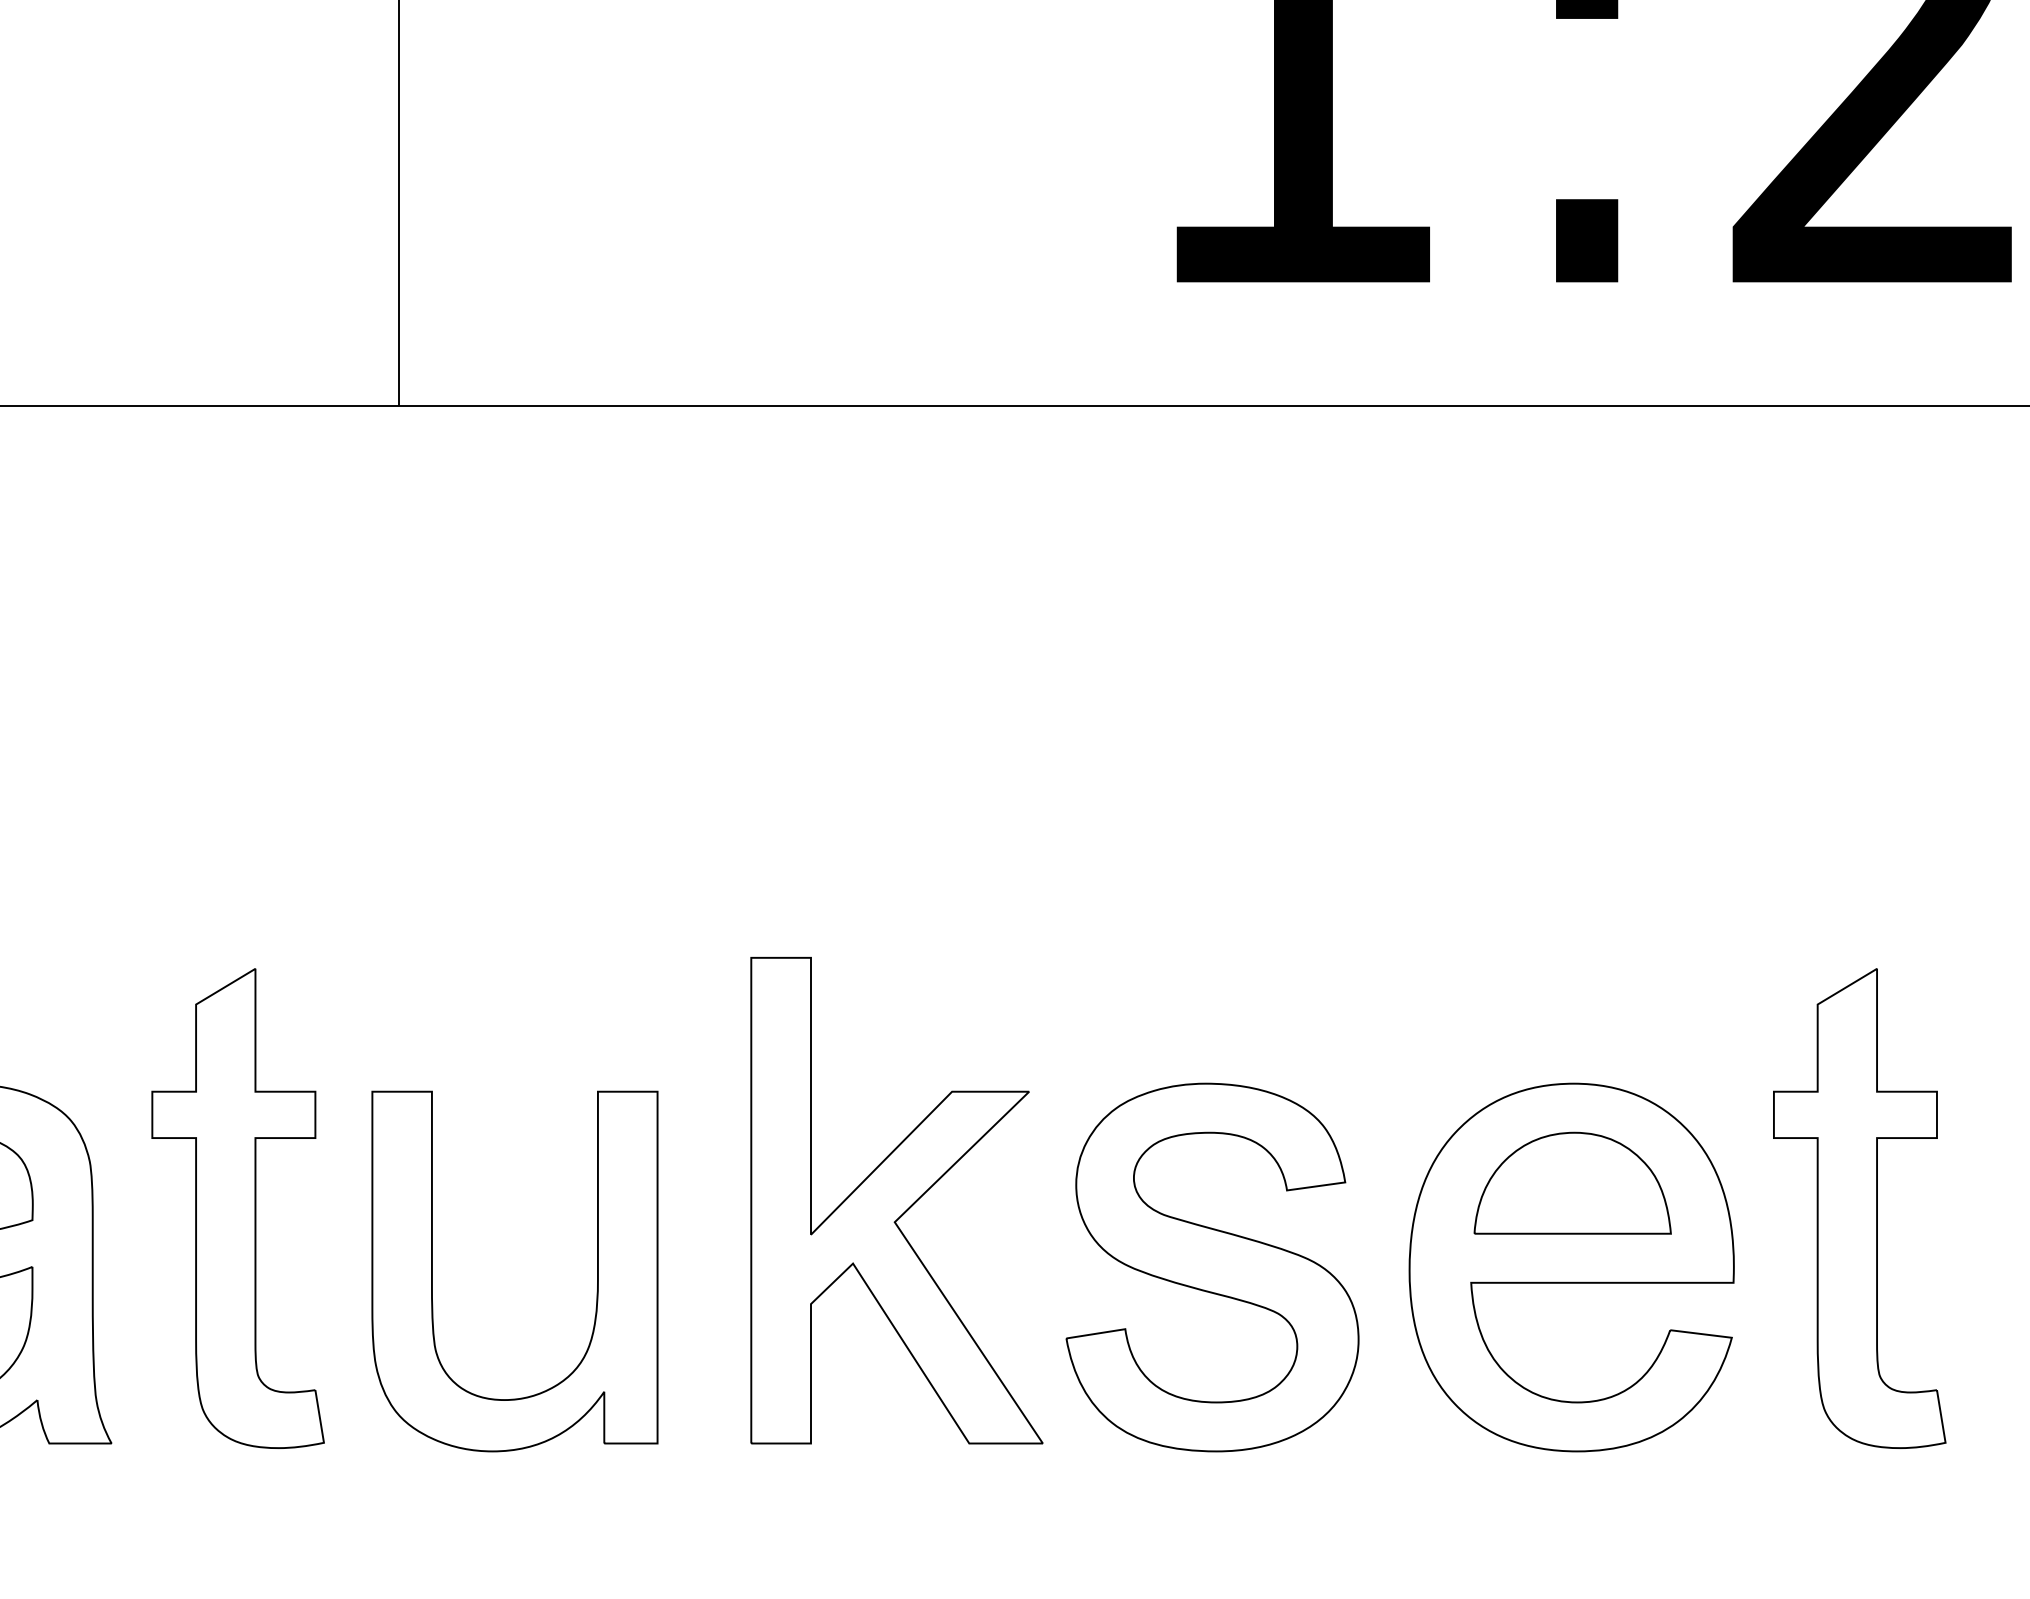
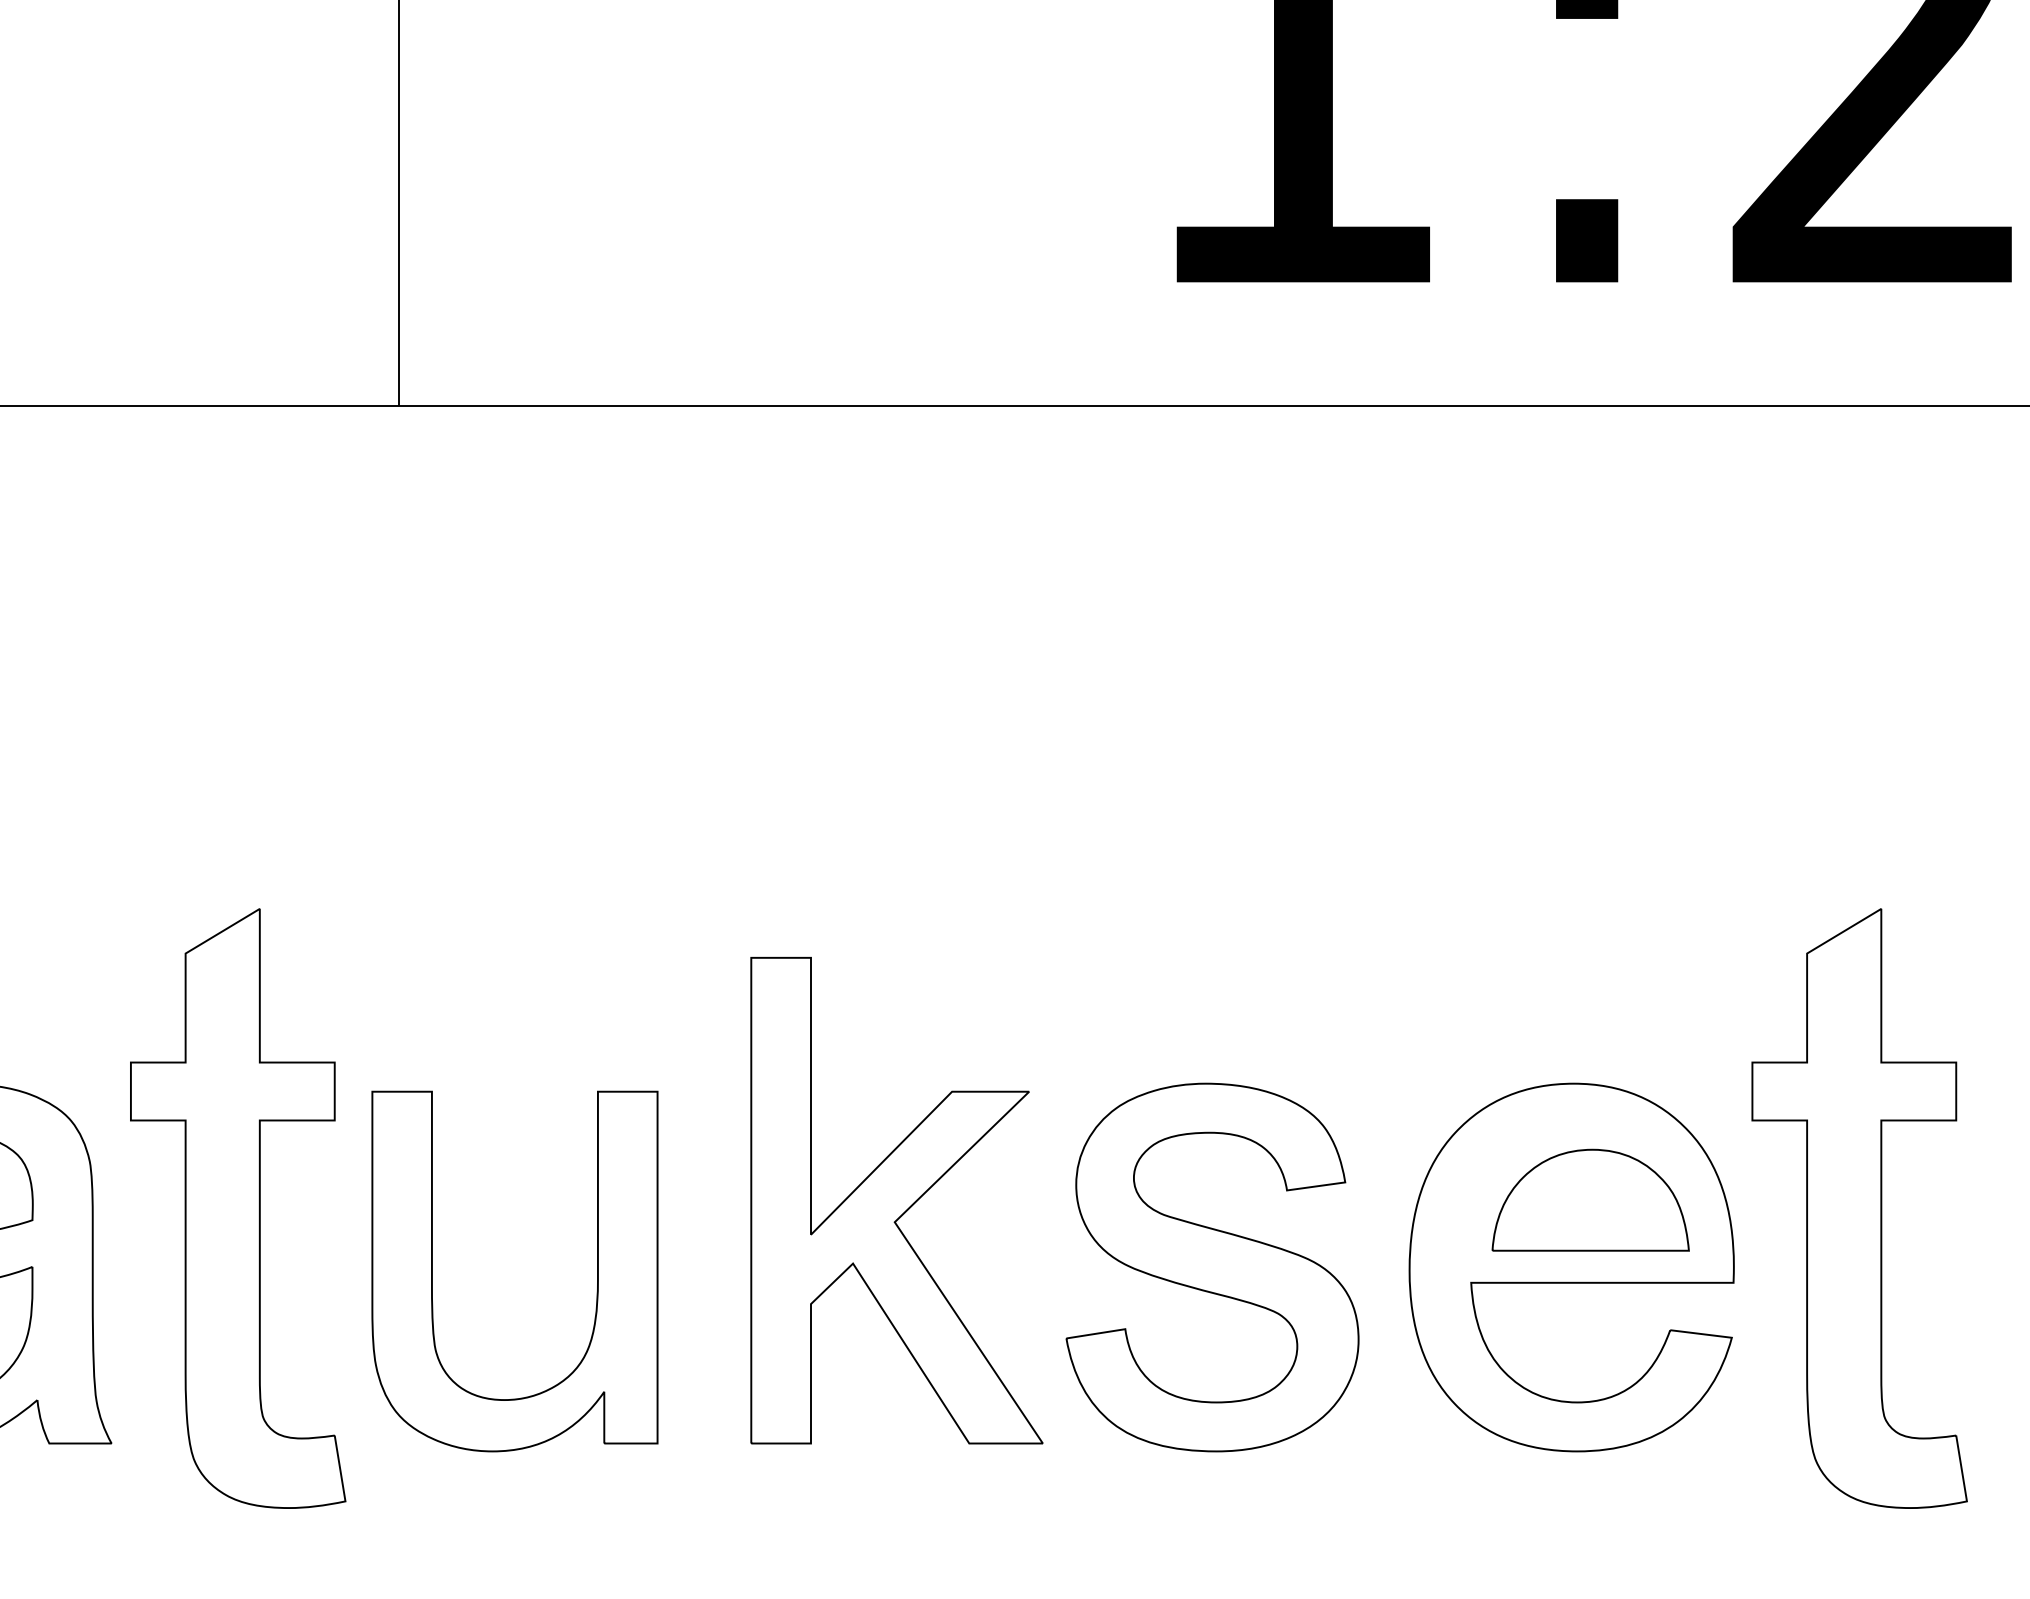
part at (1572, 1182) position: (1572, 1182) -> (1590, 1199)
part at (237, 1208) size: 174x481 px -> 217x601 px
part at (1859, 1208) size: 174x481 px -> 217x601 px
